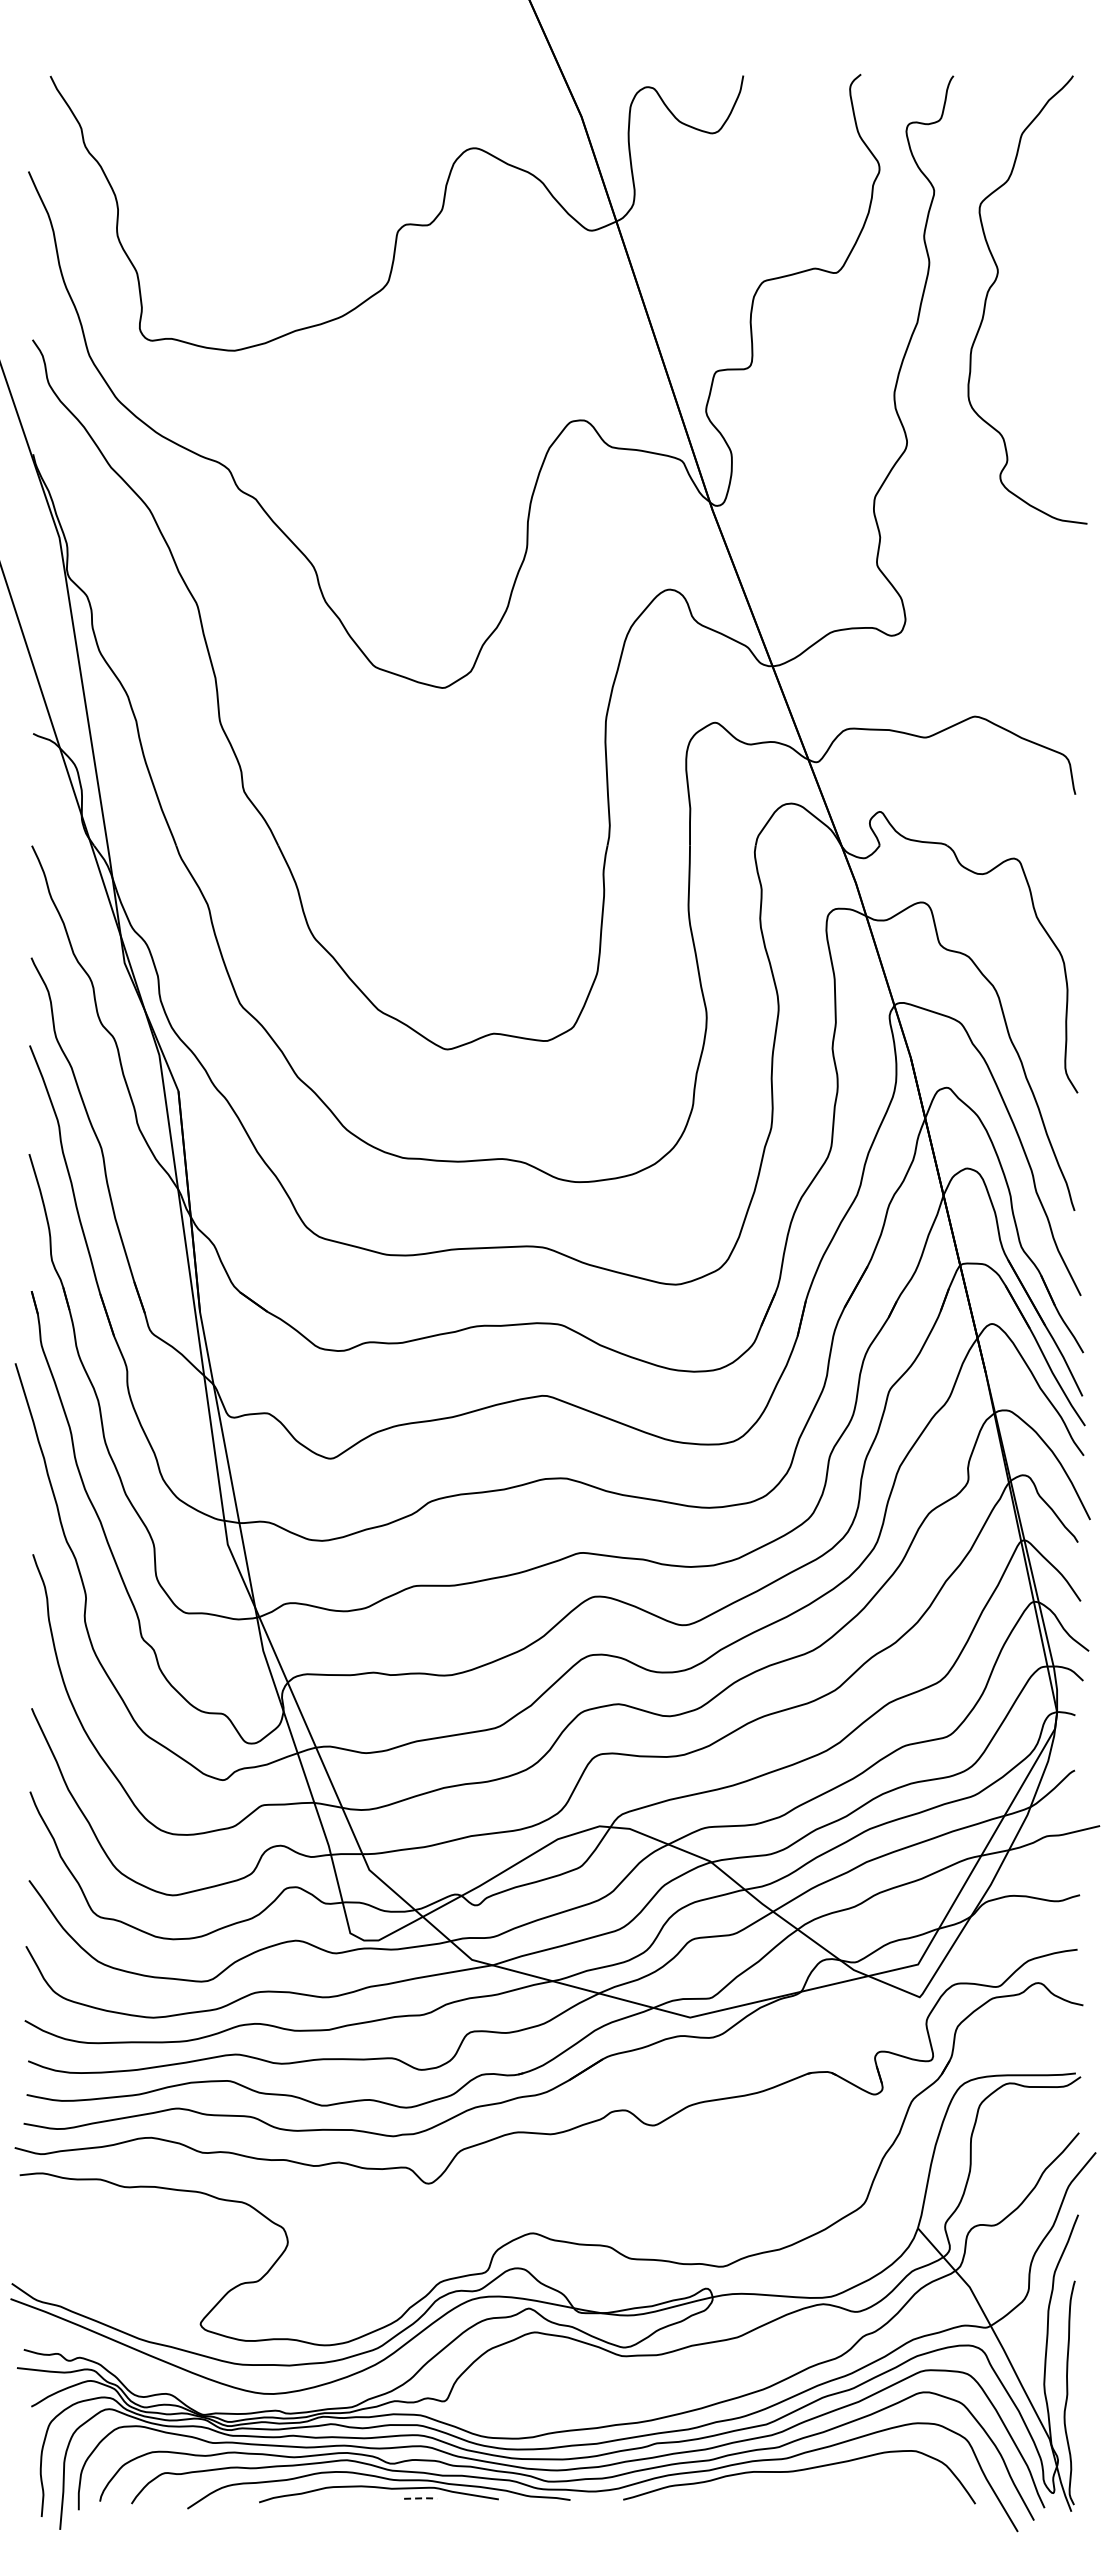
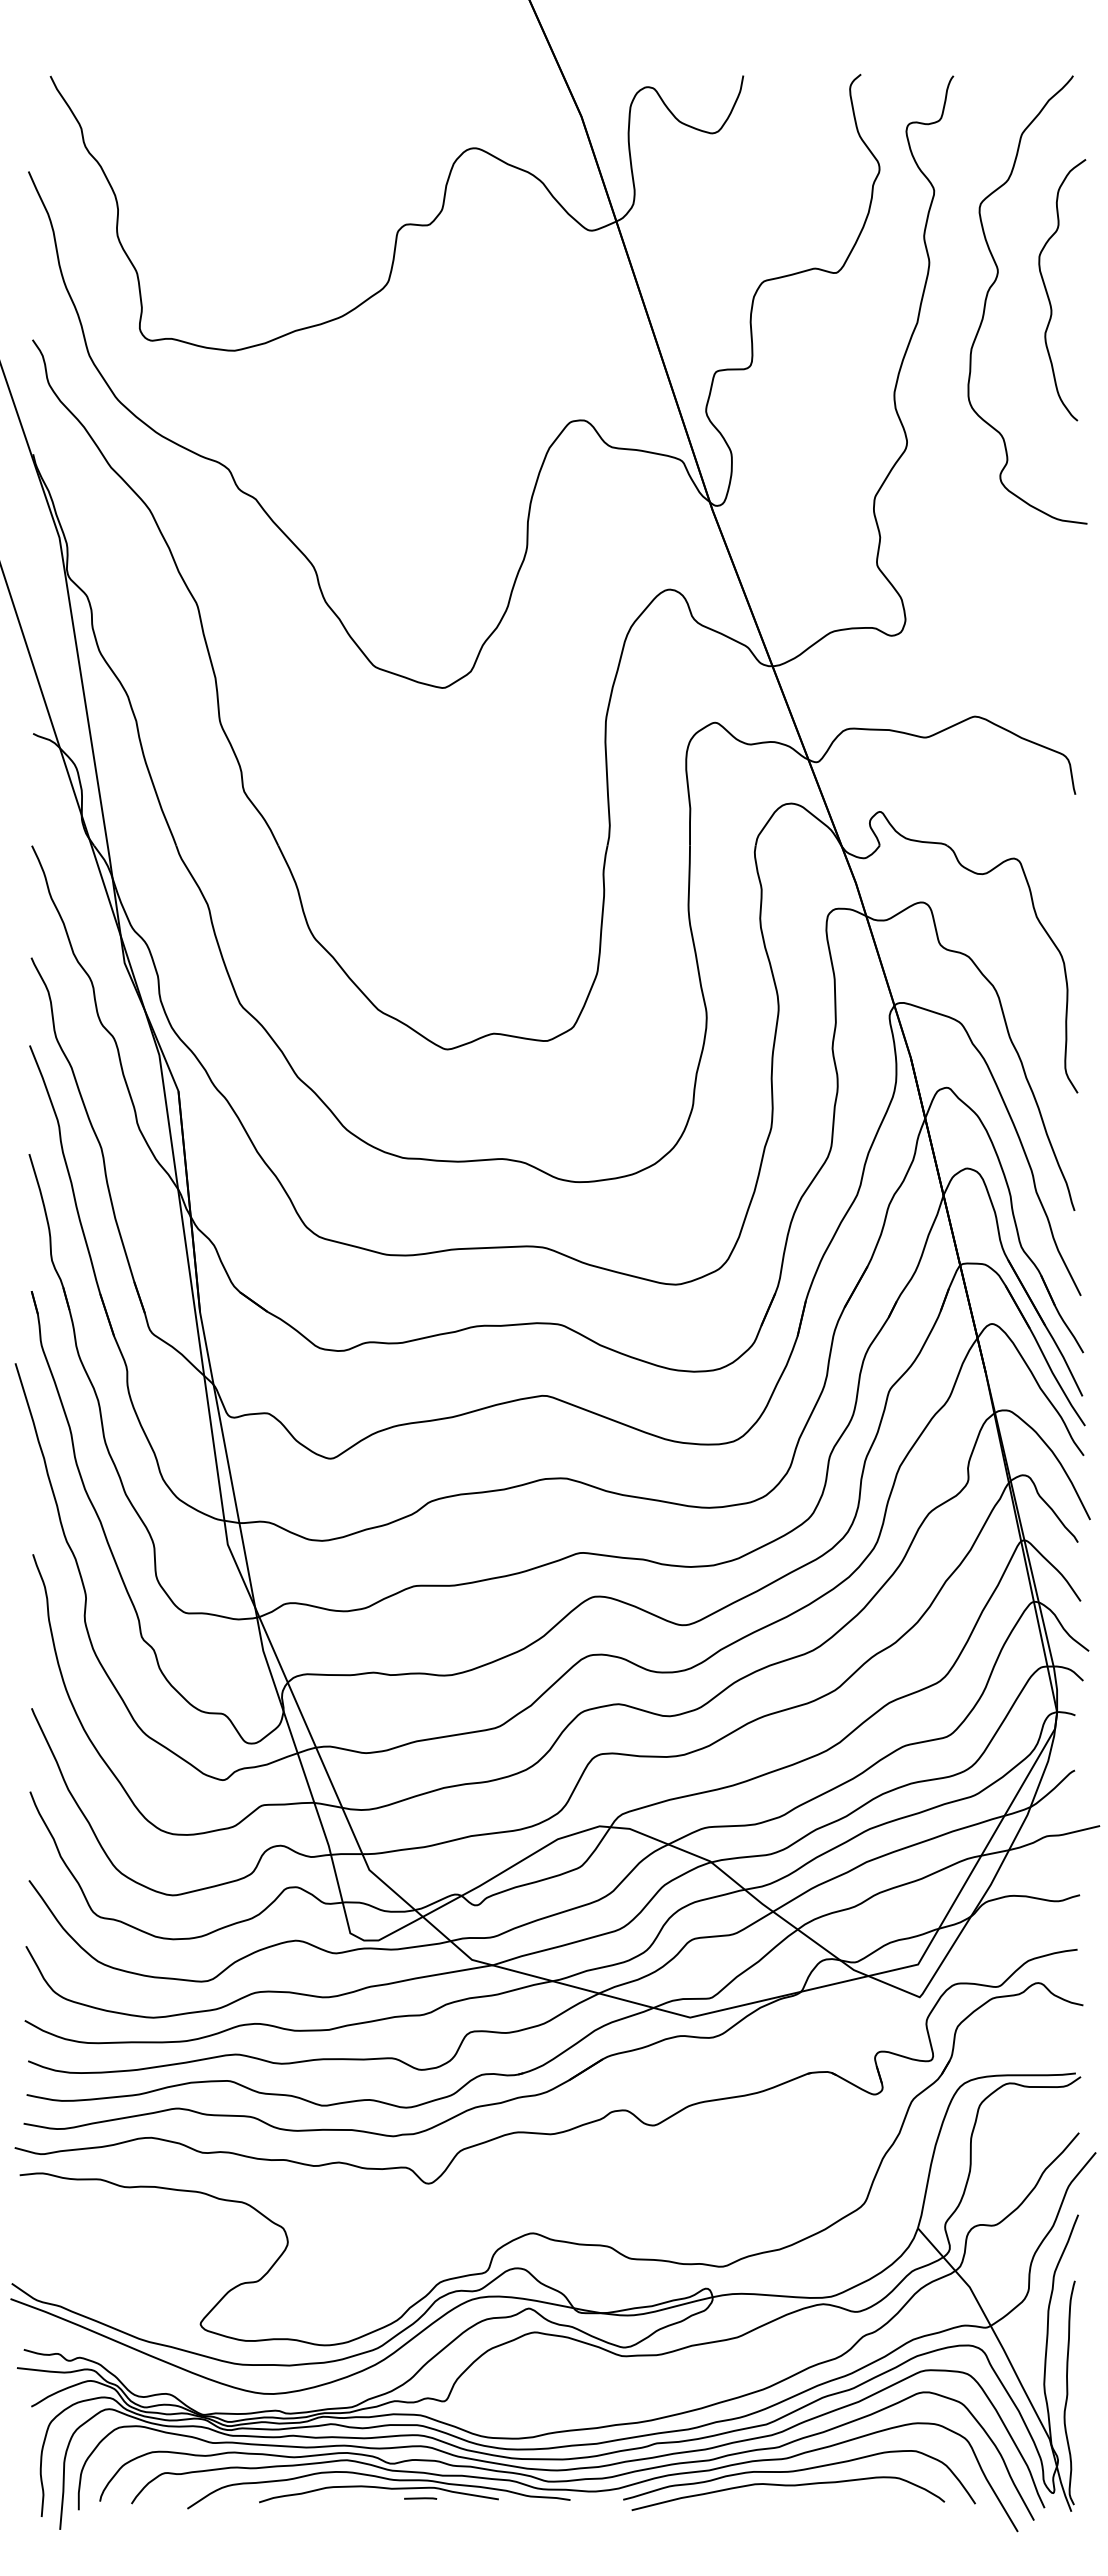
curve at (1048, 294): none -> present
curve at (788, 2486): none -> present
line at (422, 2498): dashed -> solid
